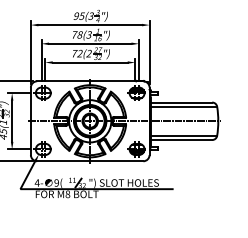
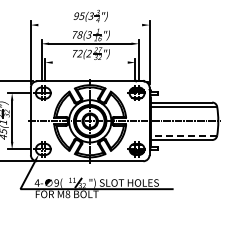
line at (90, 25): present -> none
line at (89, 62): present -> none
line at (183, 135): solid -> dashed
